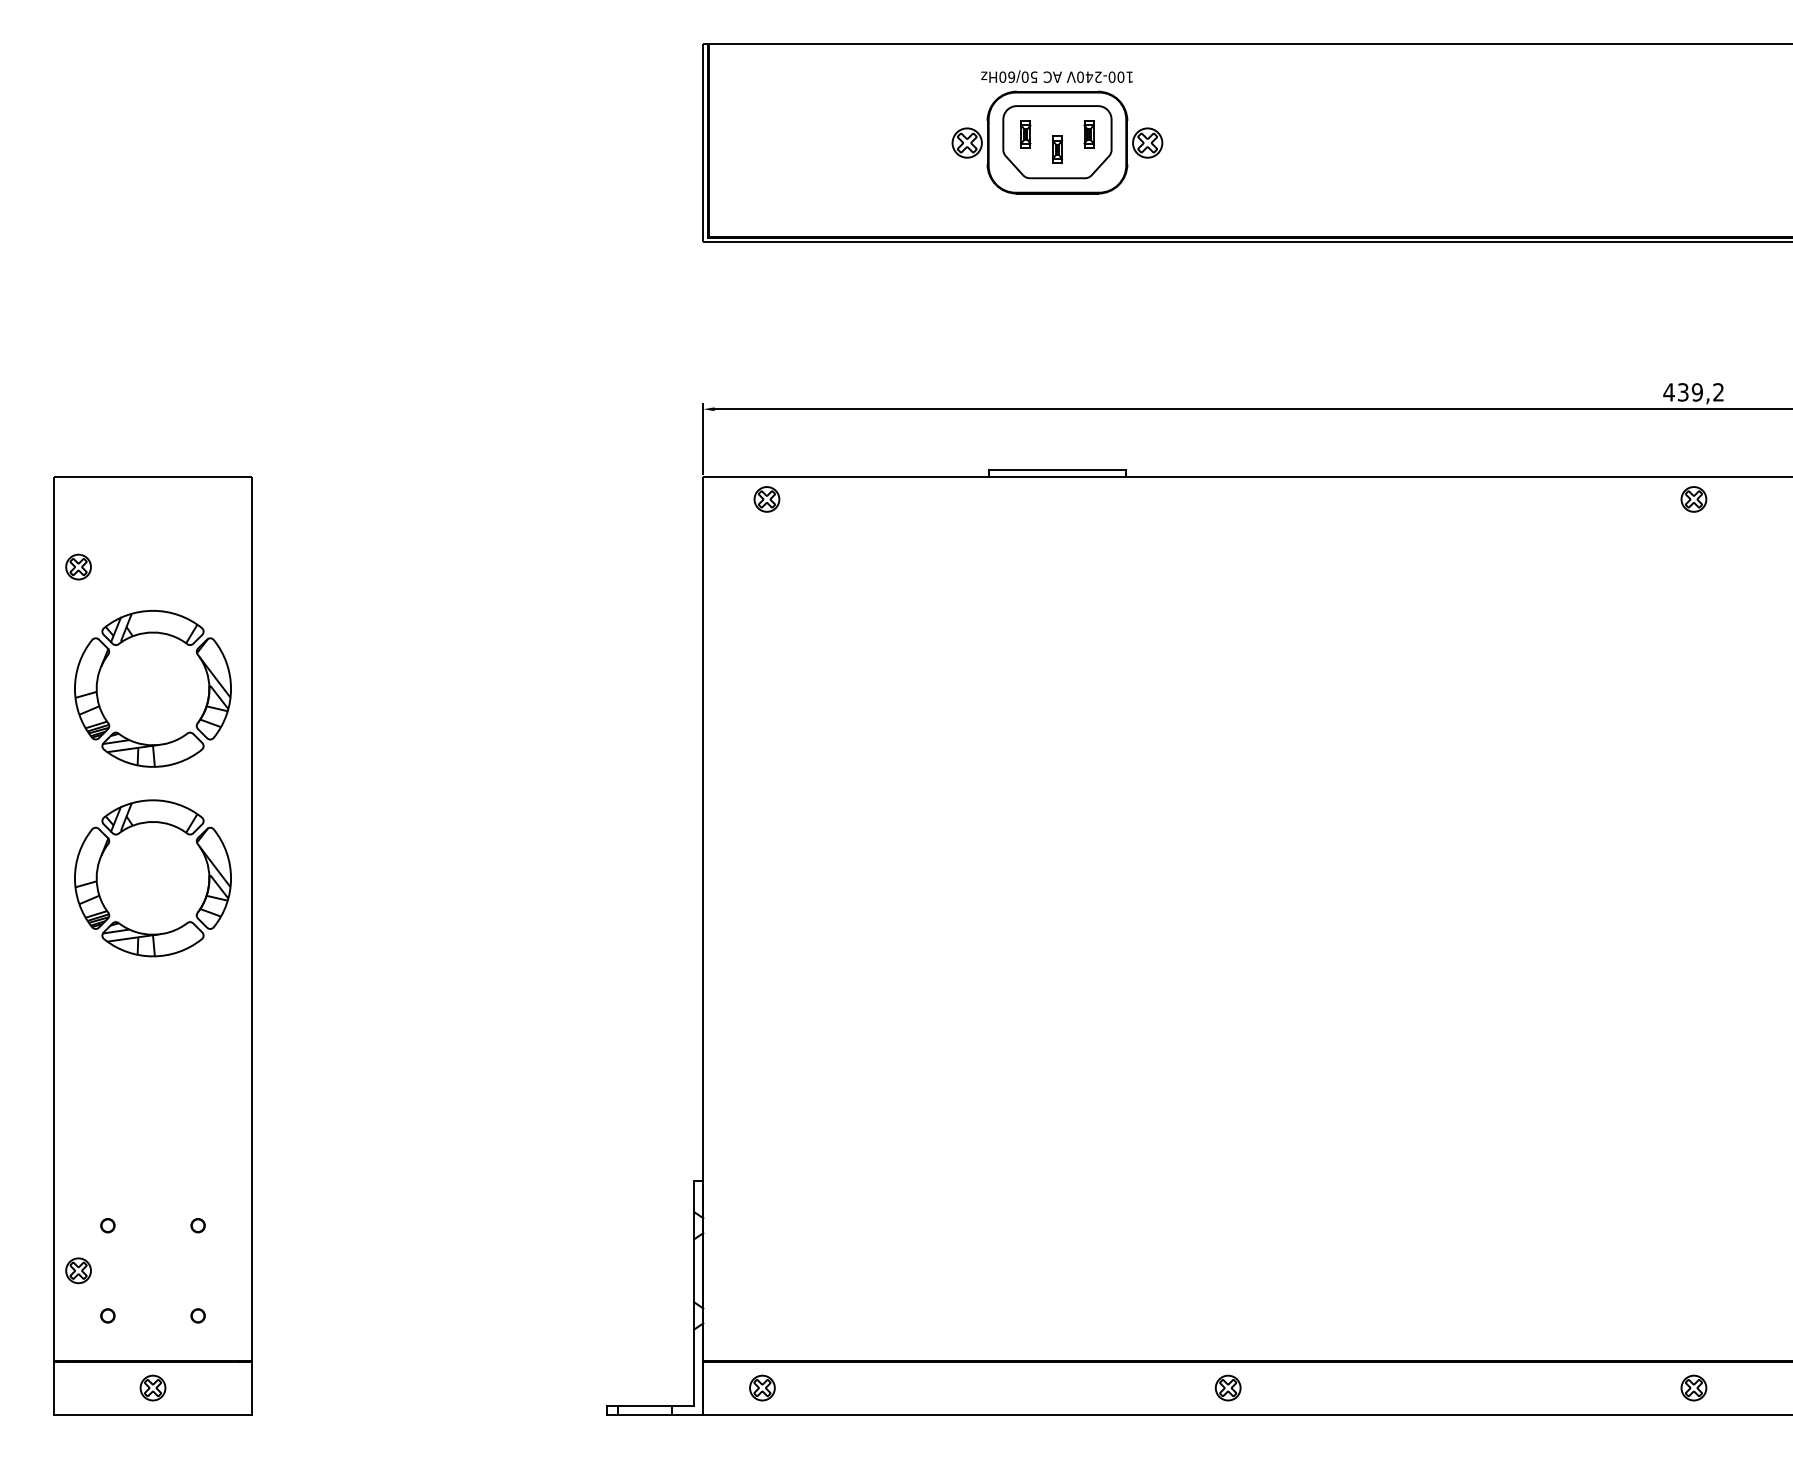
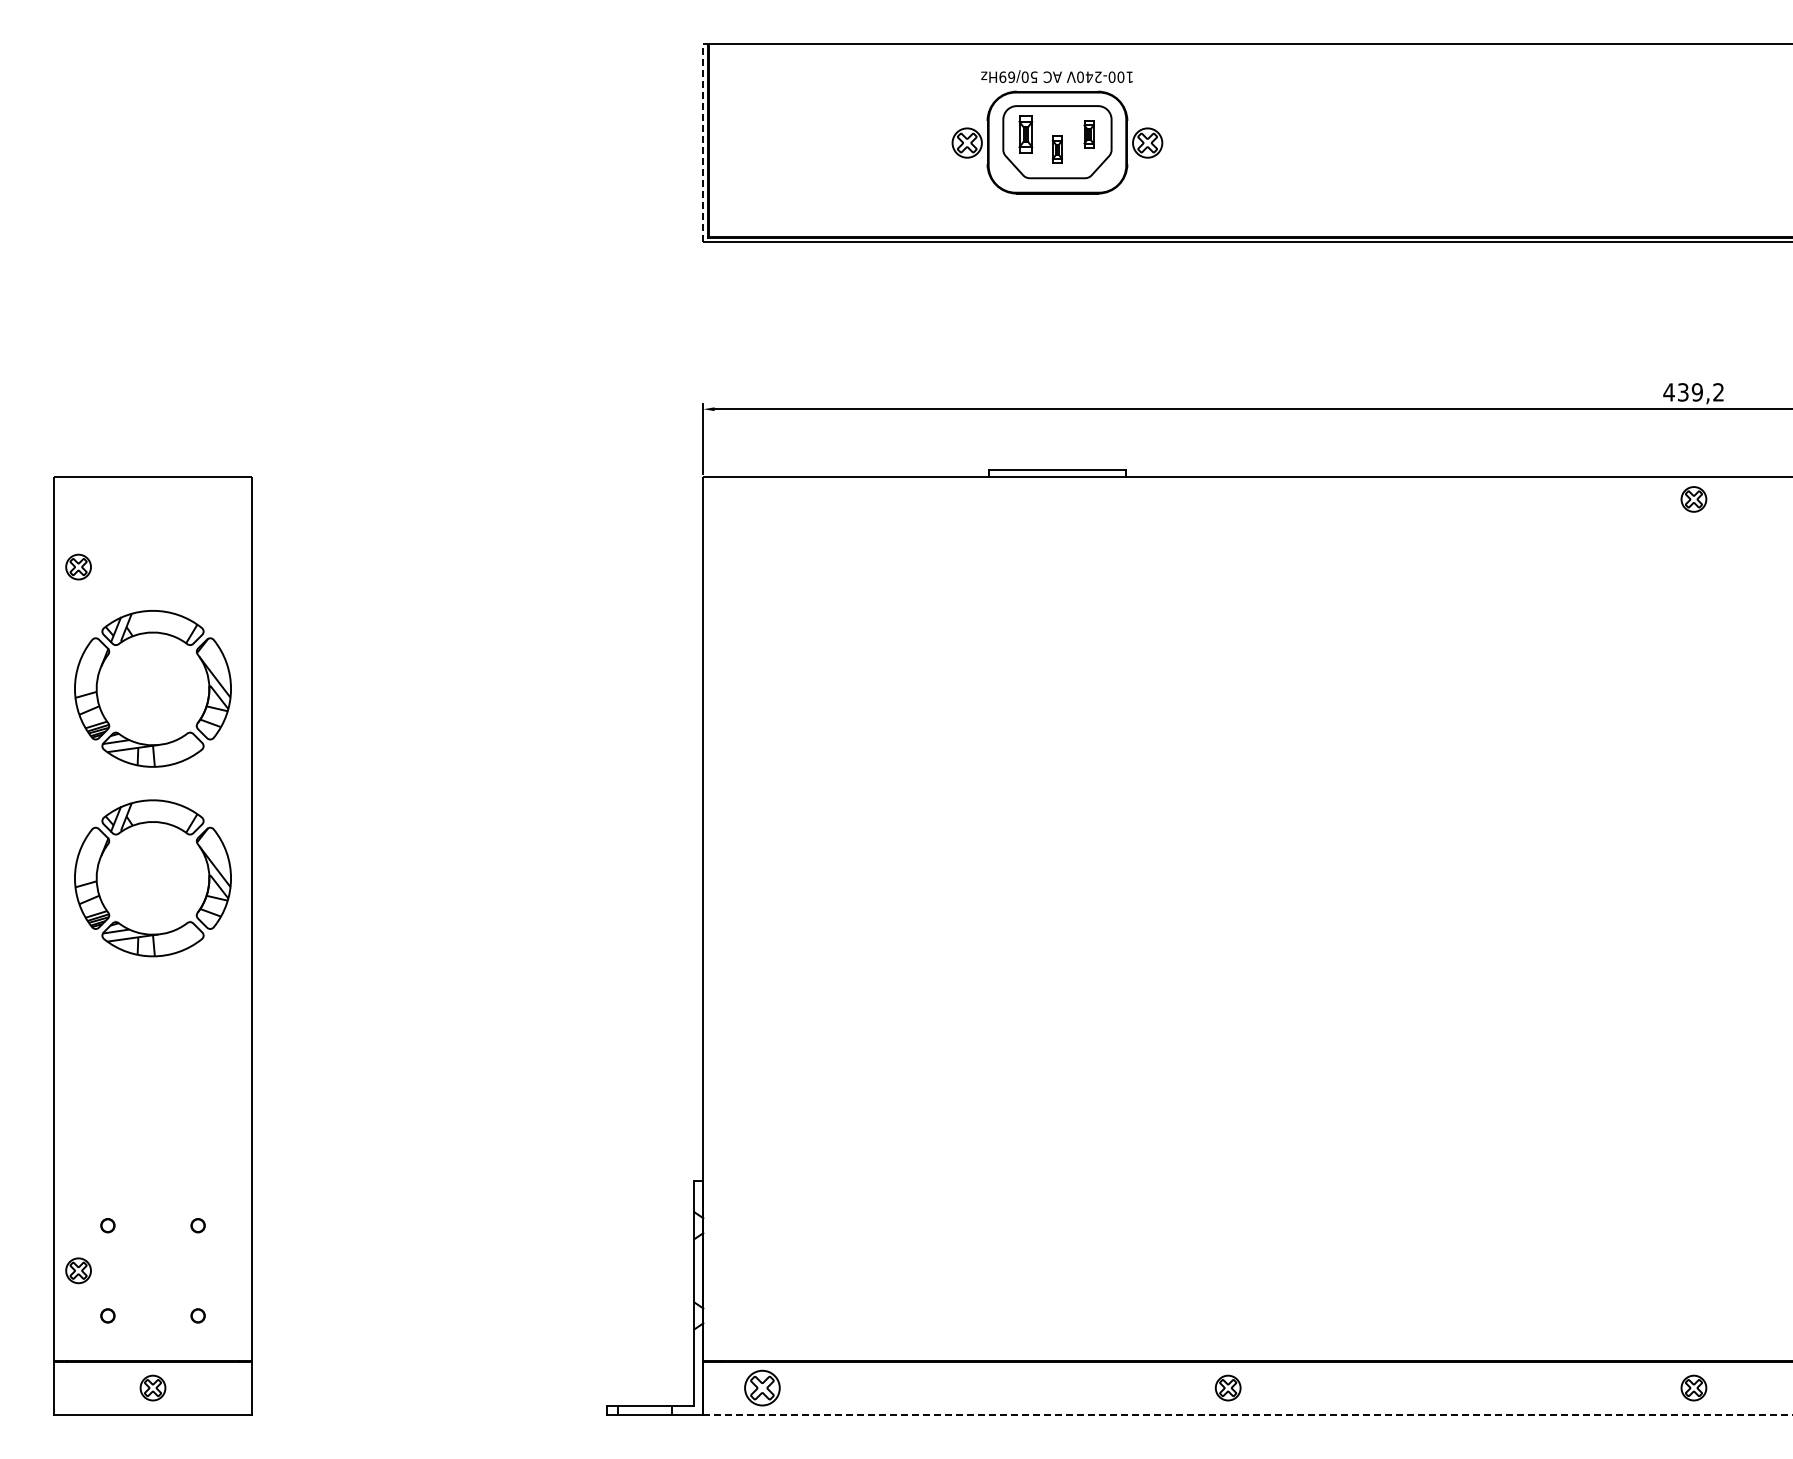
text at (1002, 76): 50/60Hz -> 50/69Hz
part at (1025, 134) size: 12x29 px -> 16x39 px
line at (703, 142): solid -> dashed
part at (766, 499): present -> none
part at (762, 1387) size: 27x28 px -> 37x38 px
line at (1248, 1415): solid -> dashed
